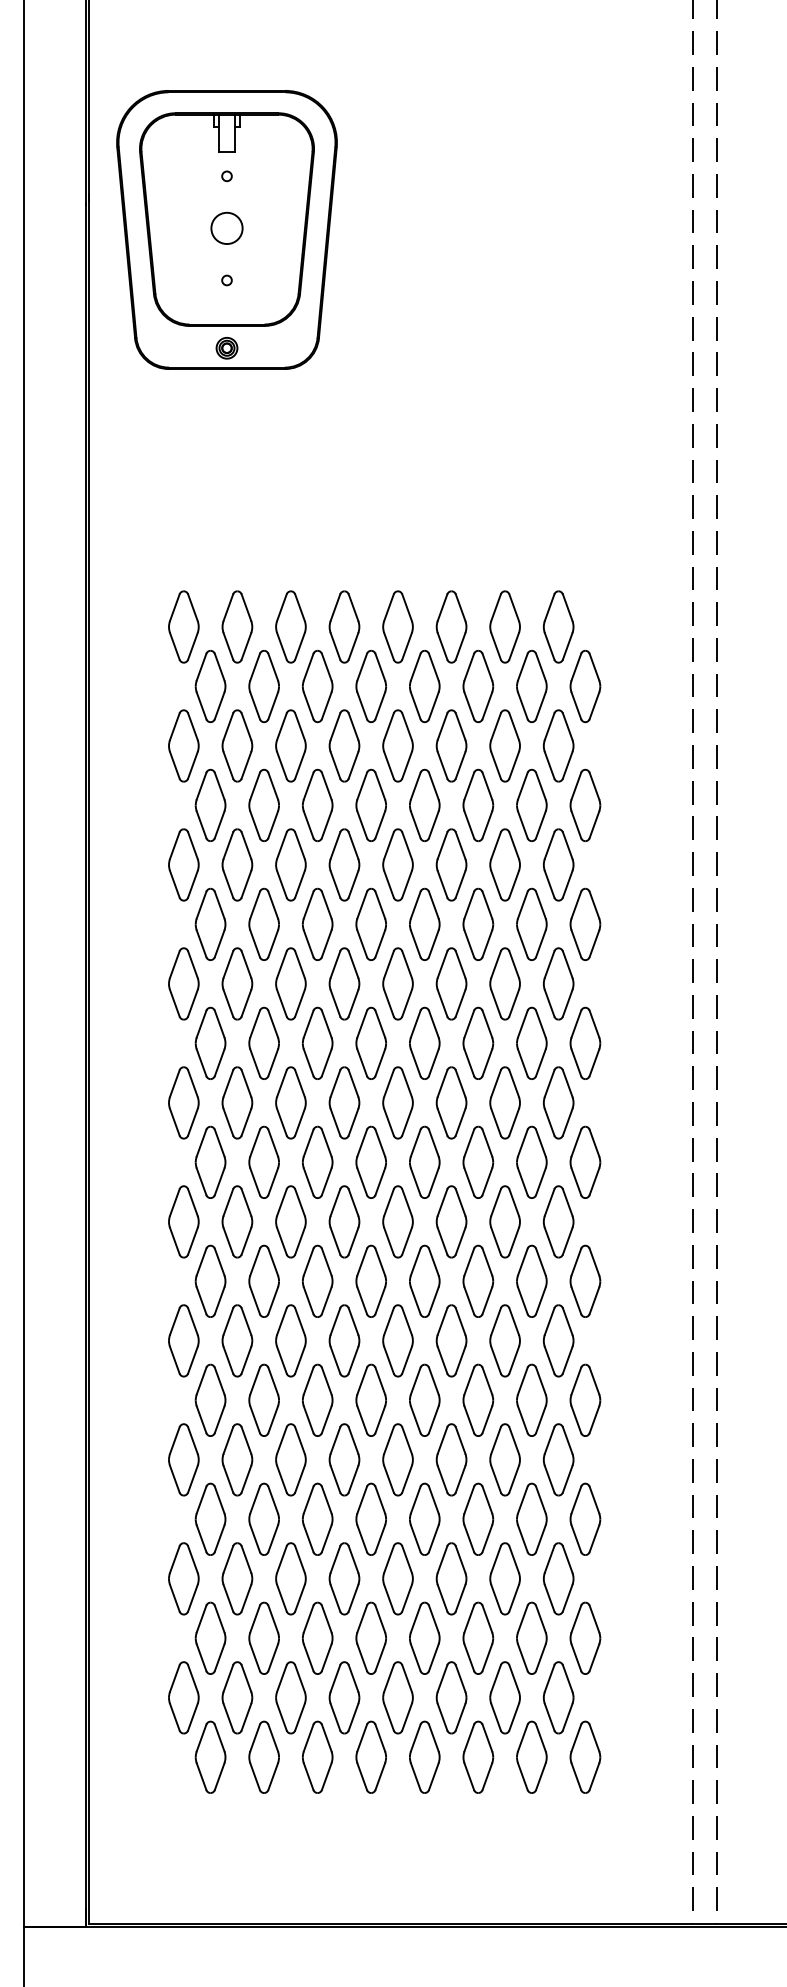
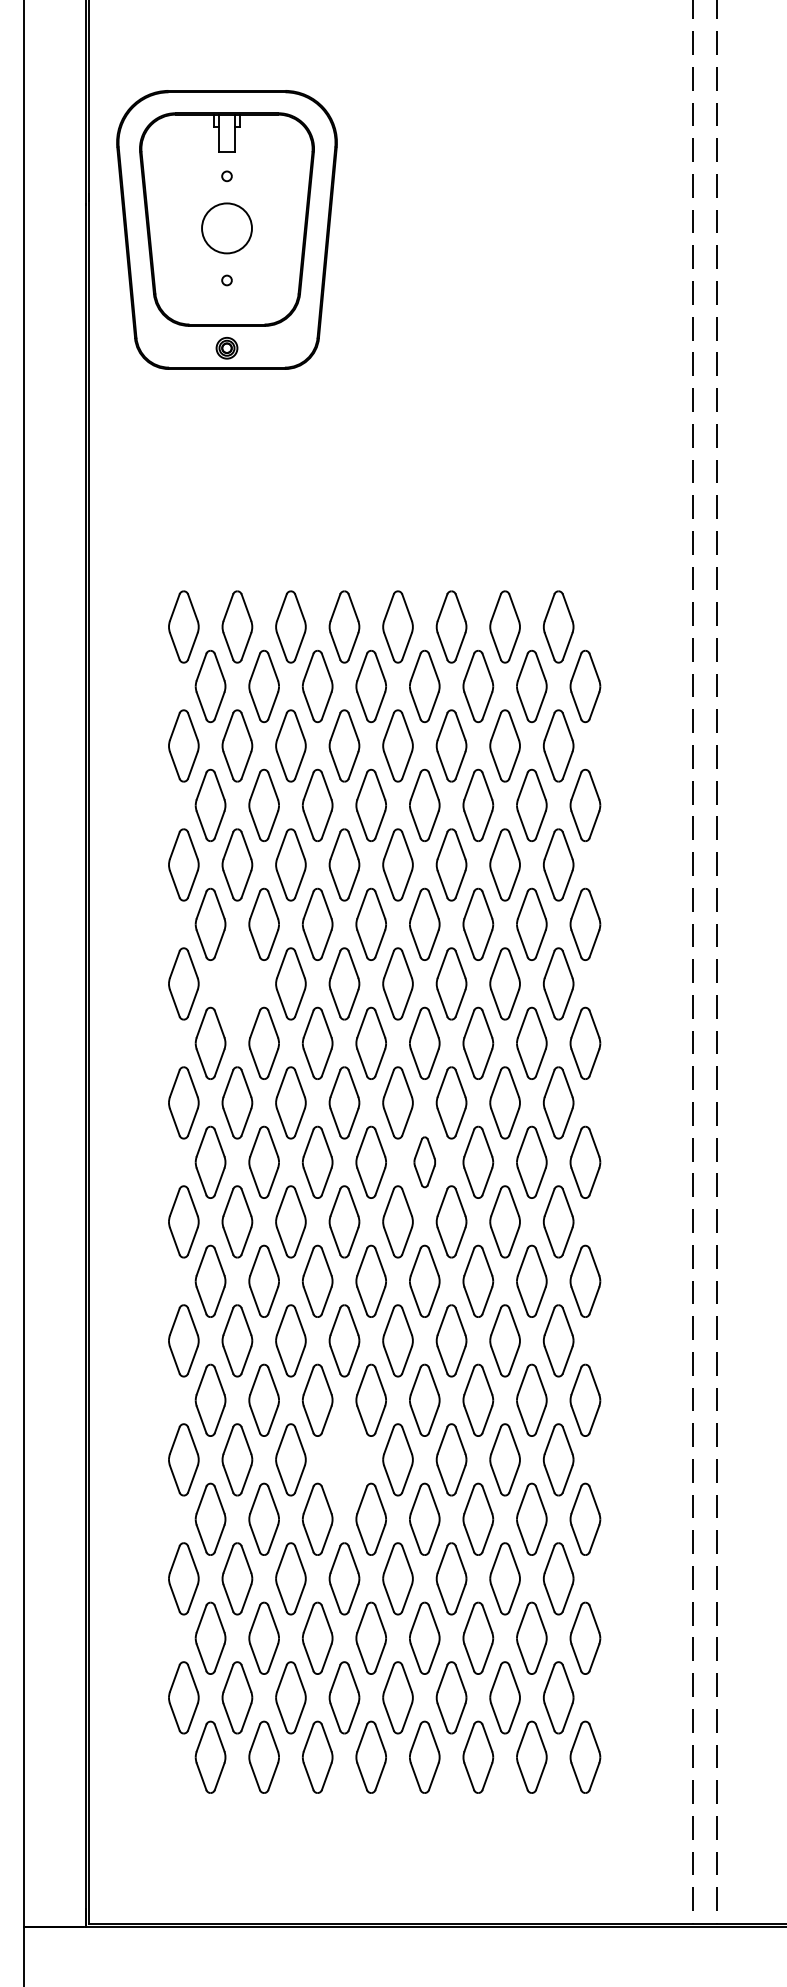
circle at (226, 228) diameter: 31 px -> 50 px
part at (237, 983): present -> none
part at (424, 1161) size: 32x74 px -> 23x53 px
part at (344, 1459): present -> none
